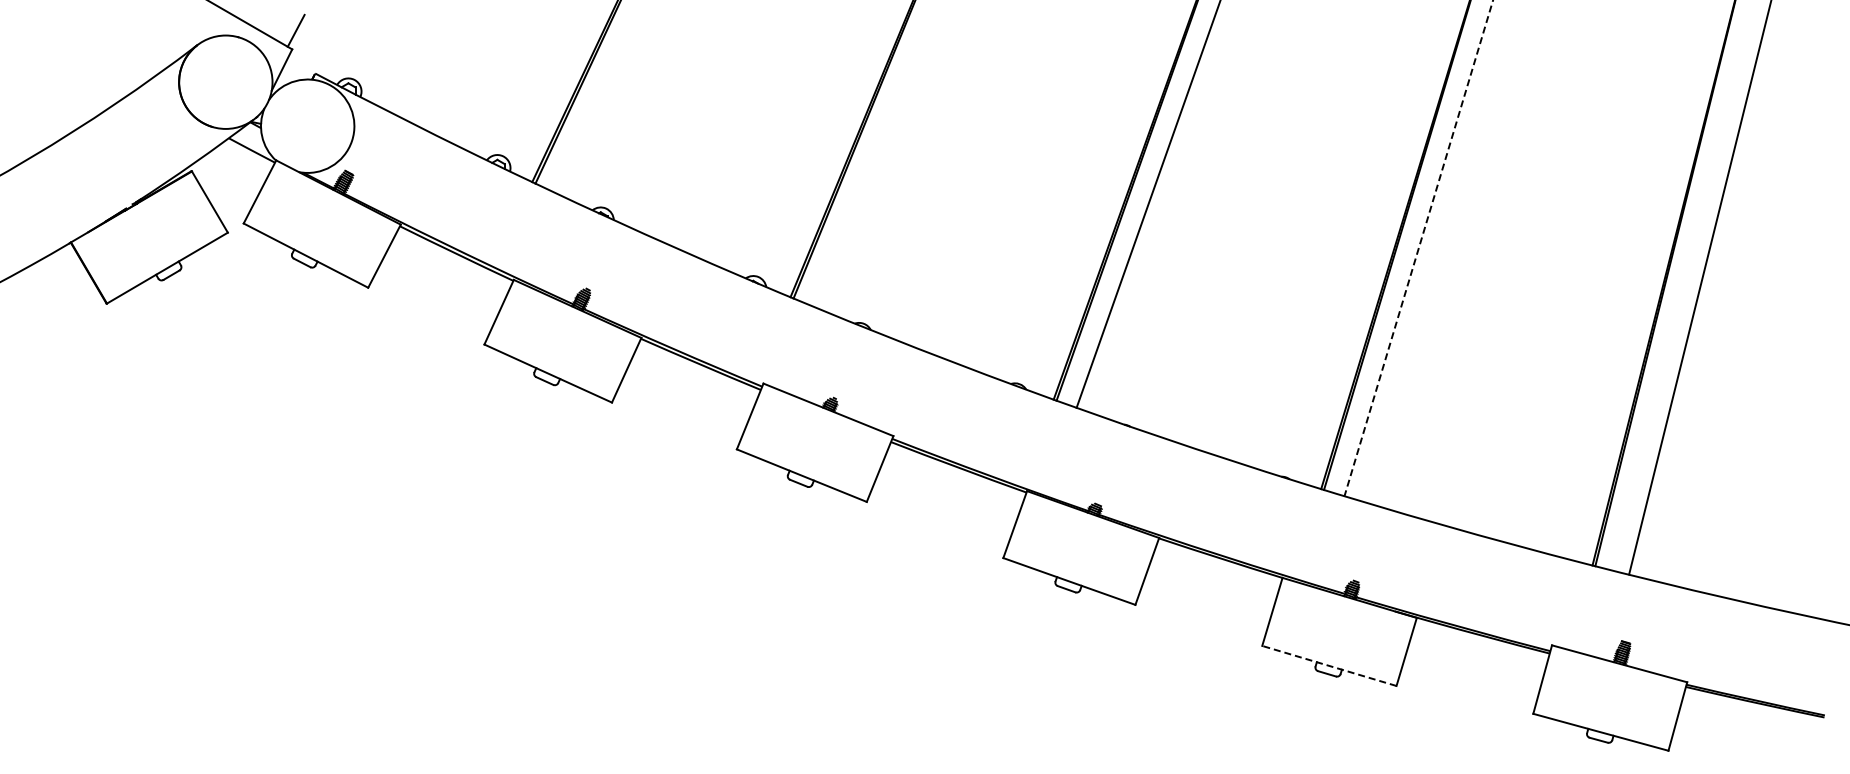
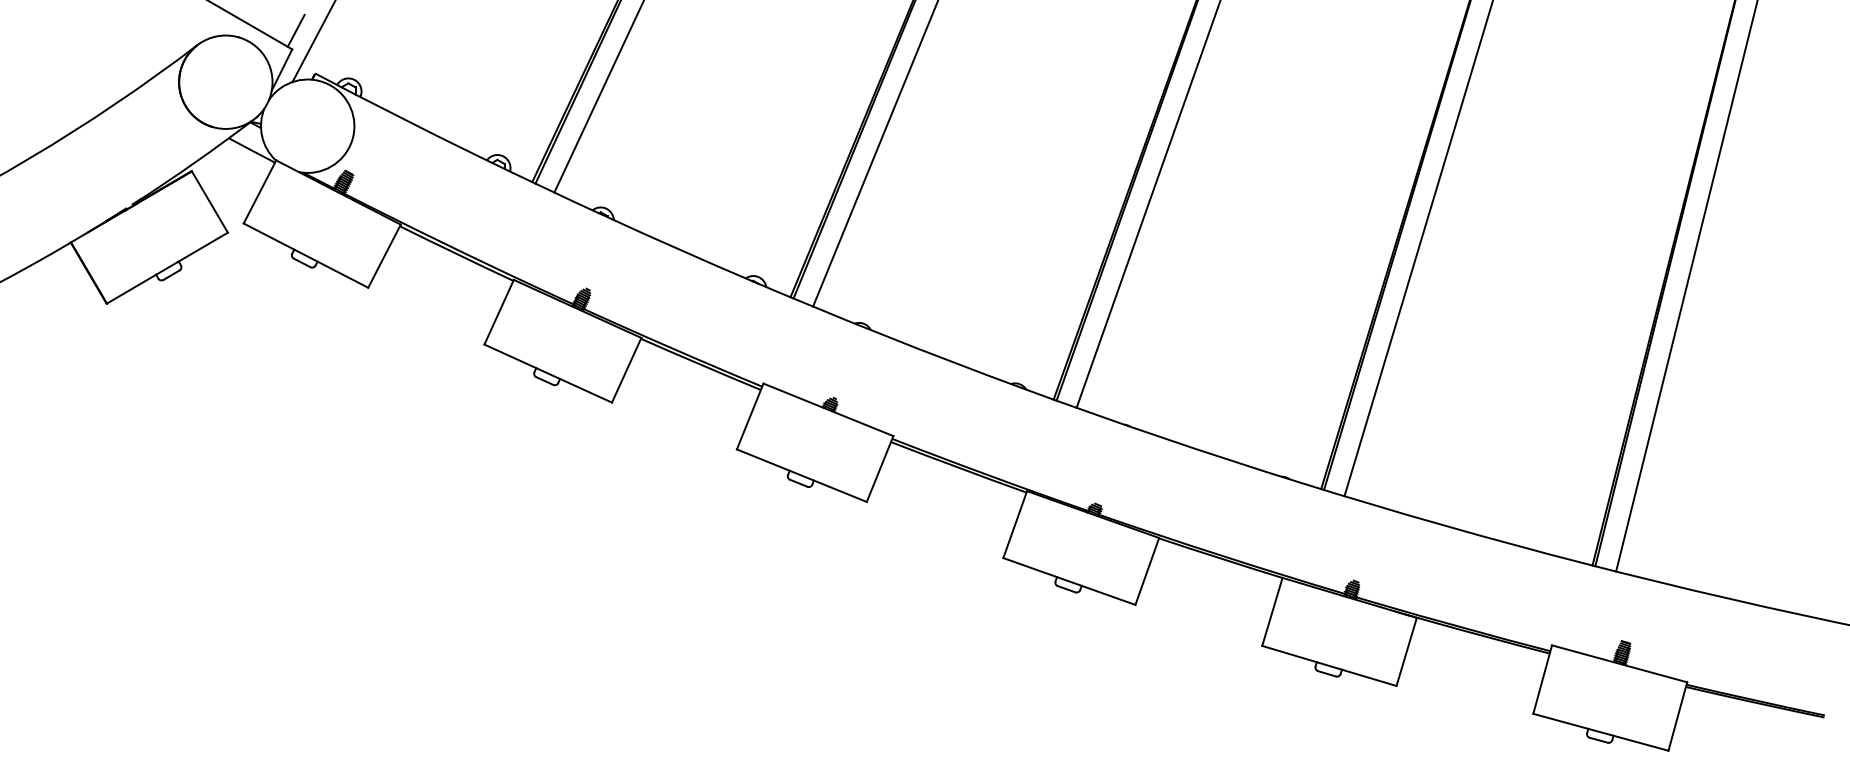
line at (313, 42): none -> present
line at (598, 97): none -> present
line at (875, 154): none -> present
line at (1418, 248): dashed -> solid
line at (1699, 288) position: (1699, 288) -> (1686, 286)
line at (1328, 665): dashed -> solid
